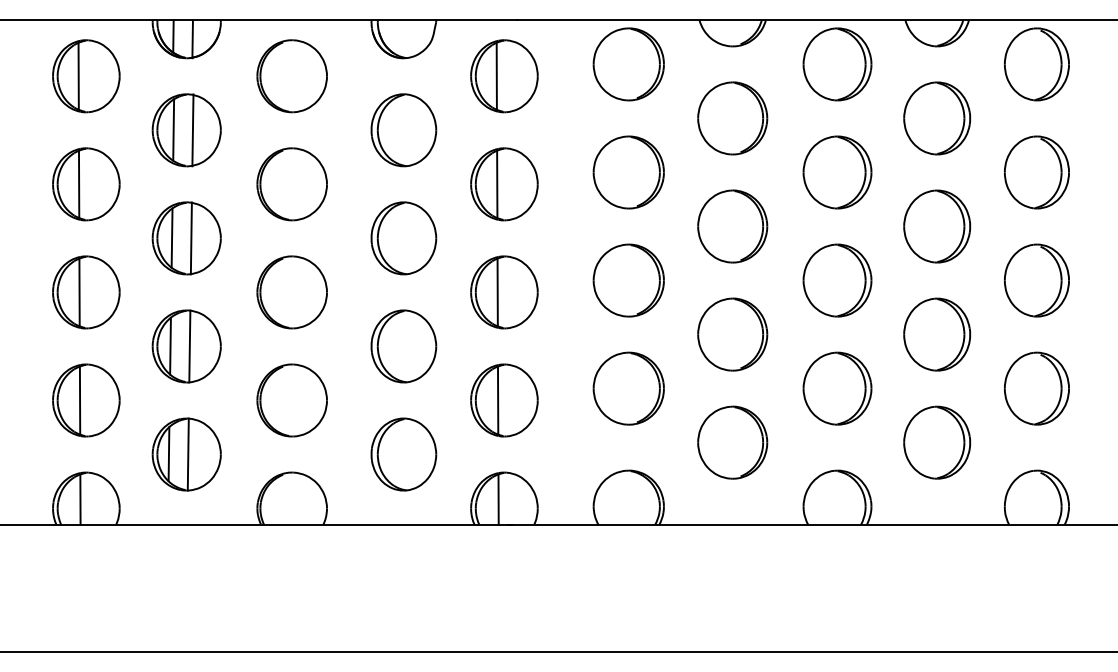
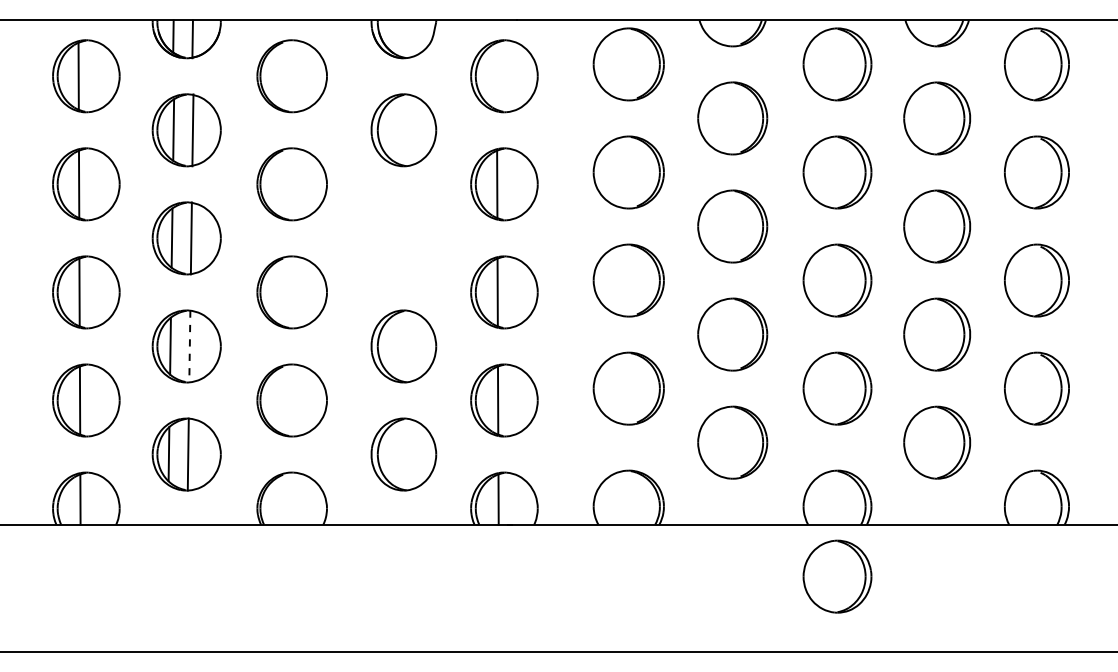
line at (496, 75): present -> none
part at (403, 238): present -> none
line at (189, 346): solid -> dashed
part at (837, 576): none -> present
